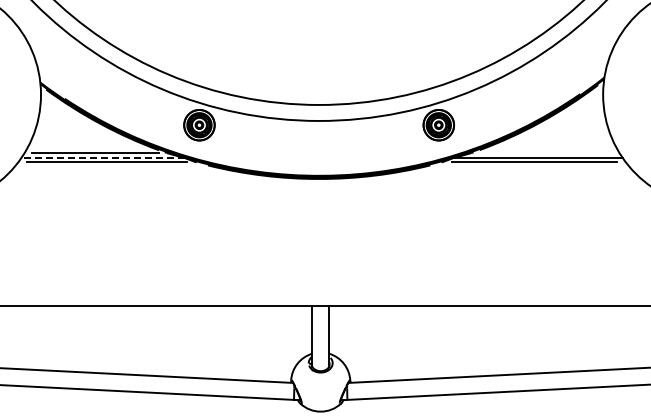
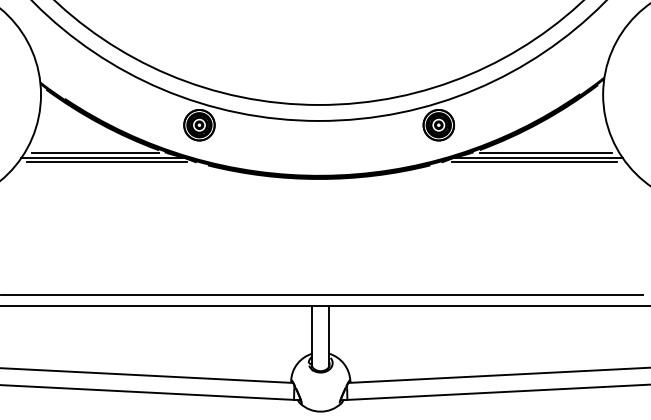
line at (545, 152): none -> present
line at (103, 157): dashed -> solid
line at (322, 295): none -> present
